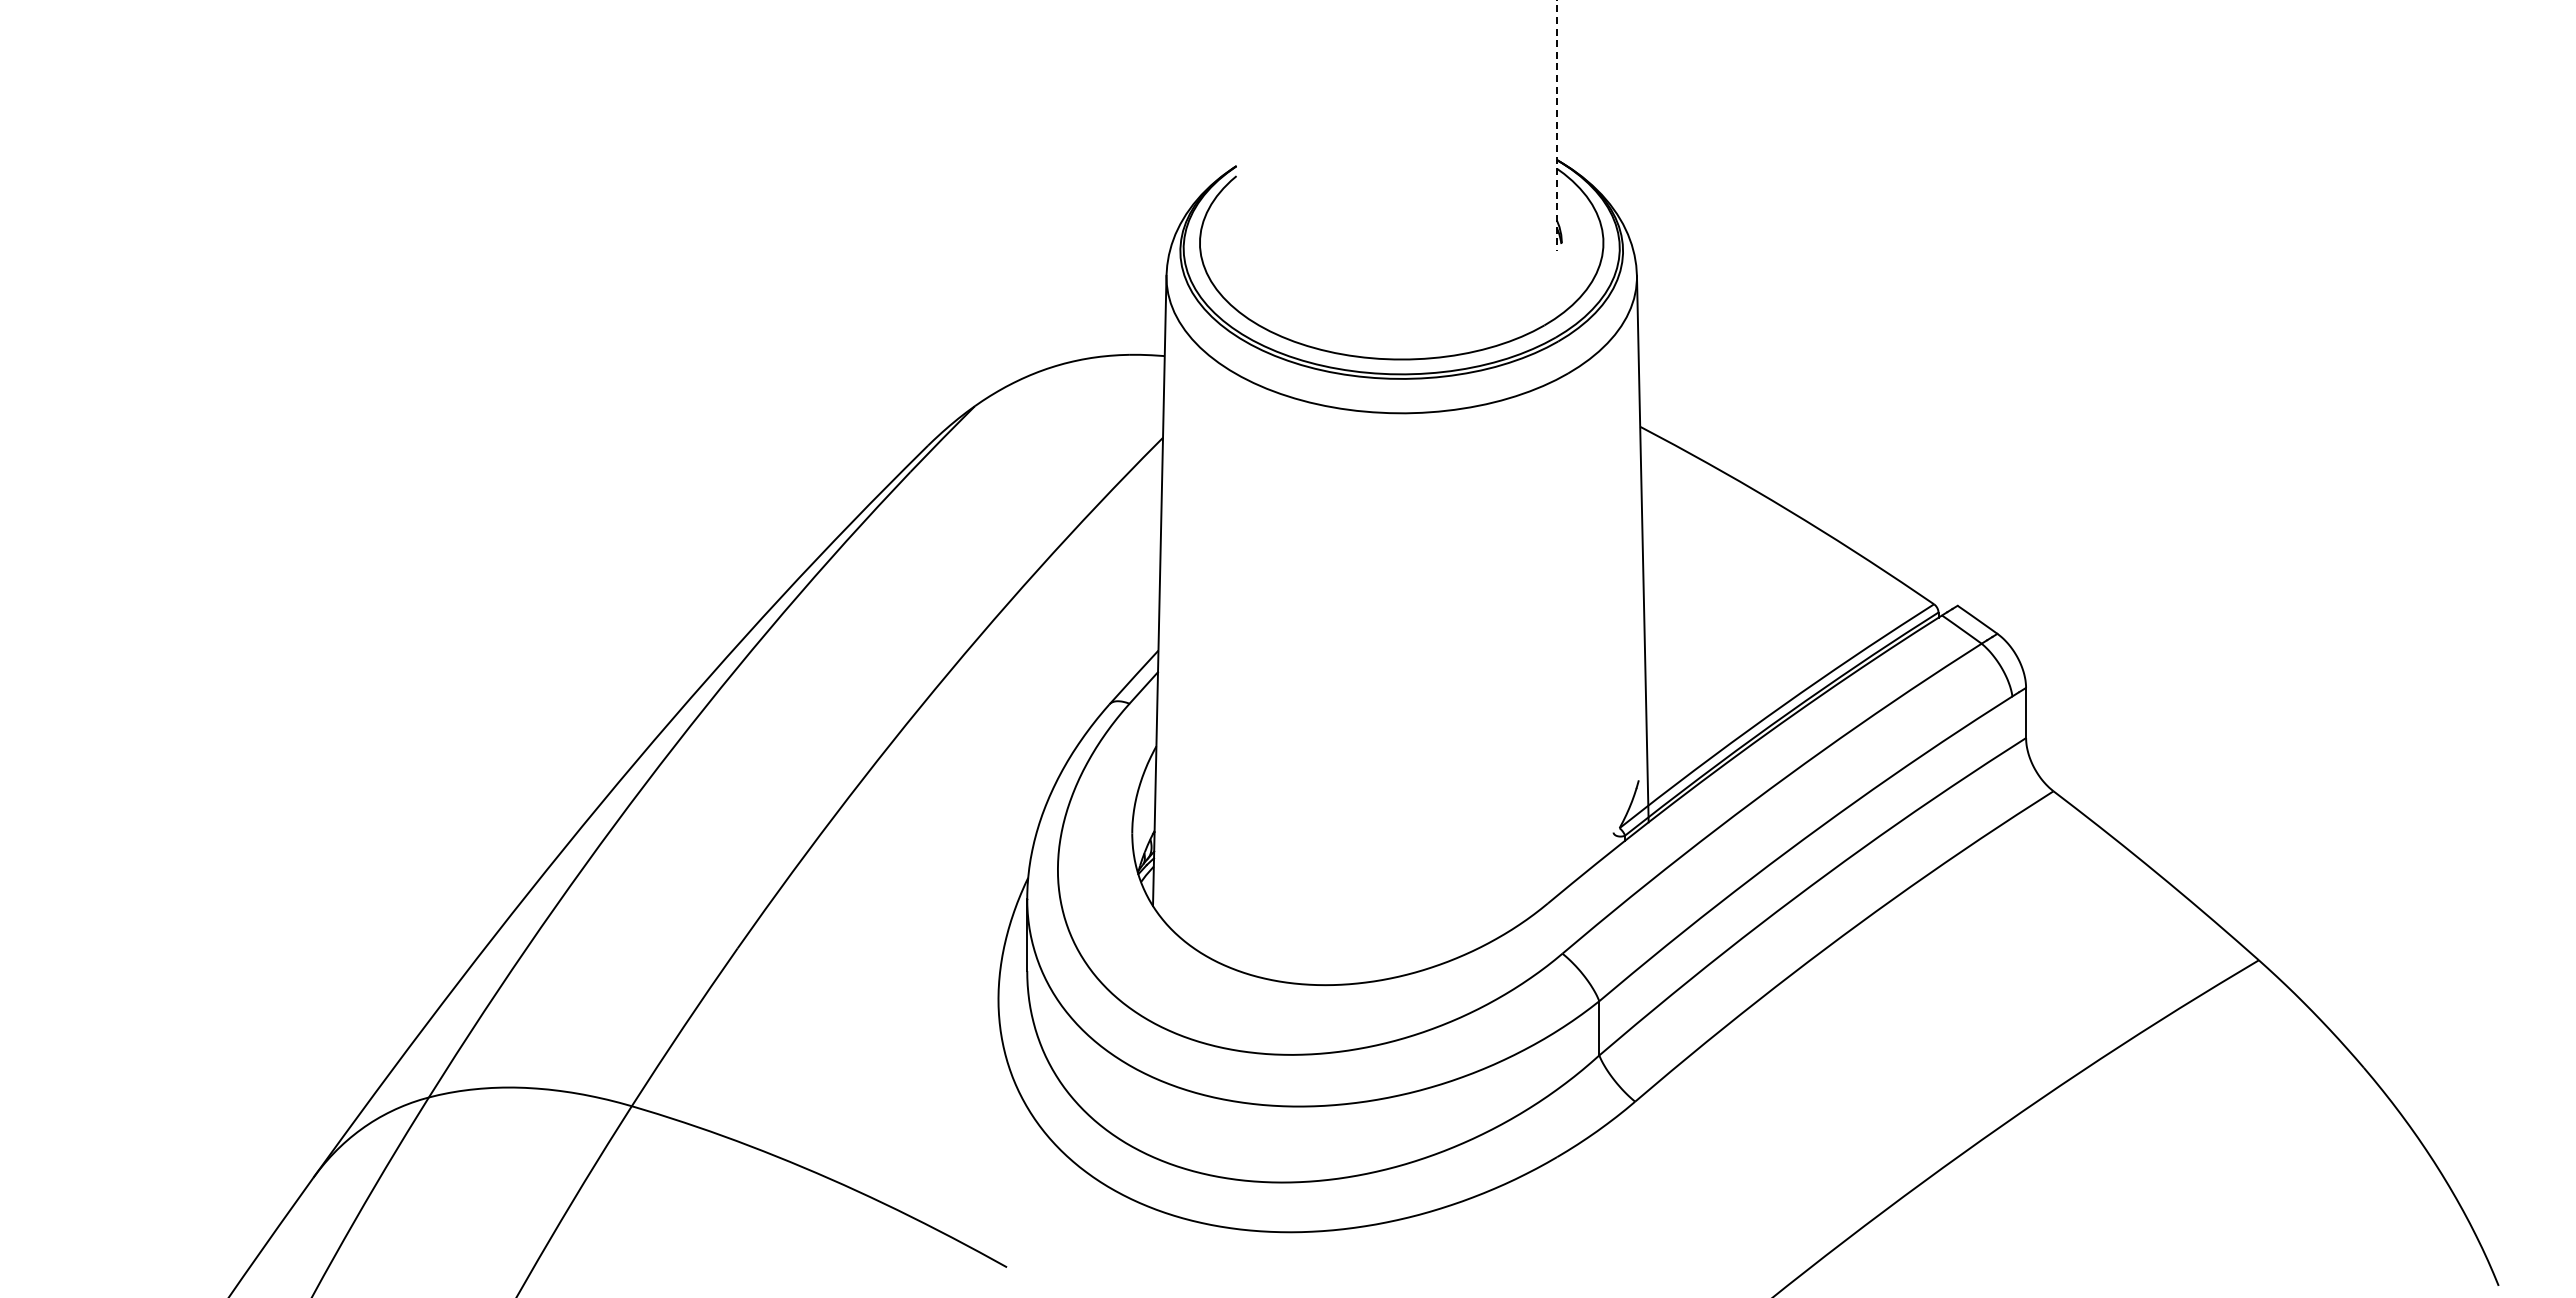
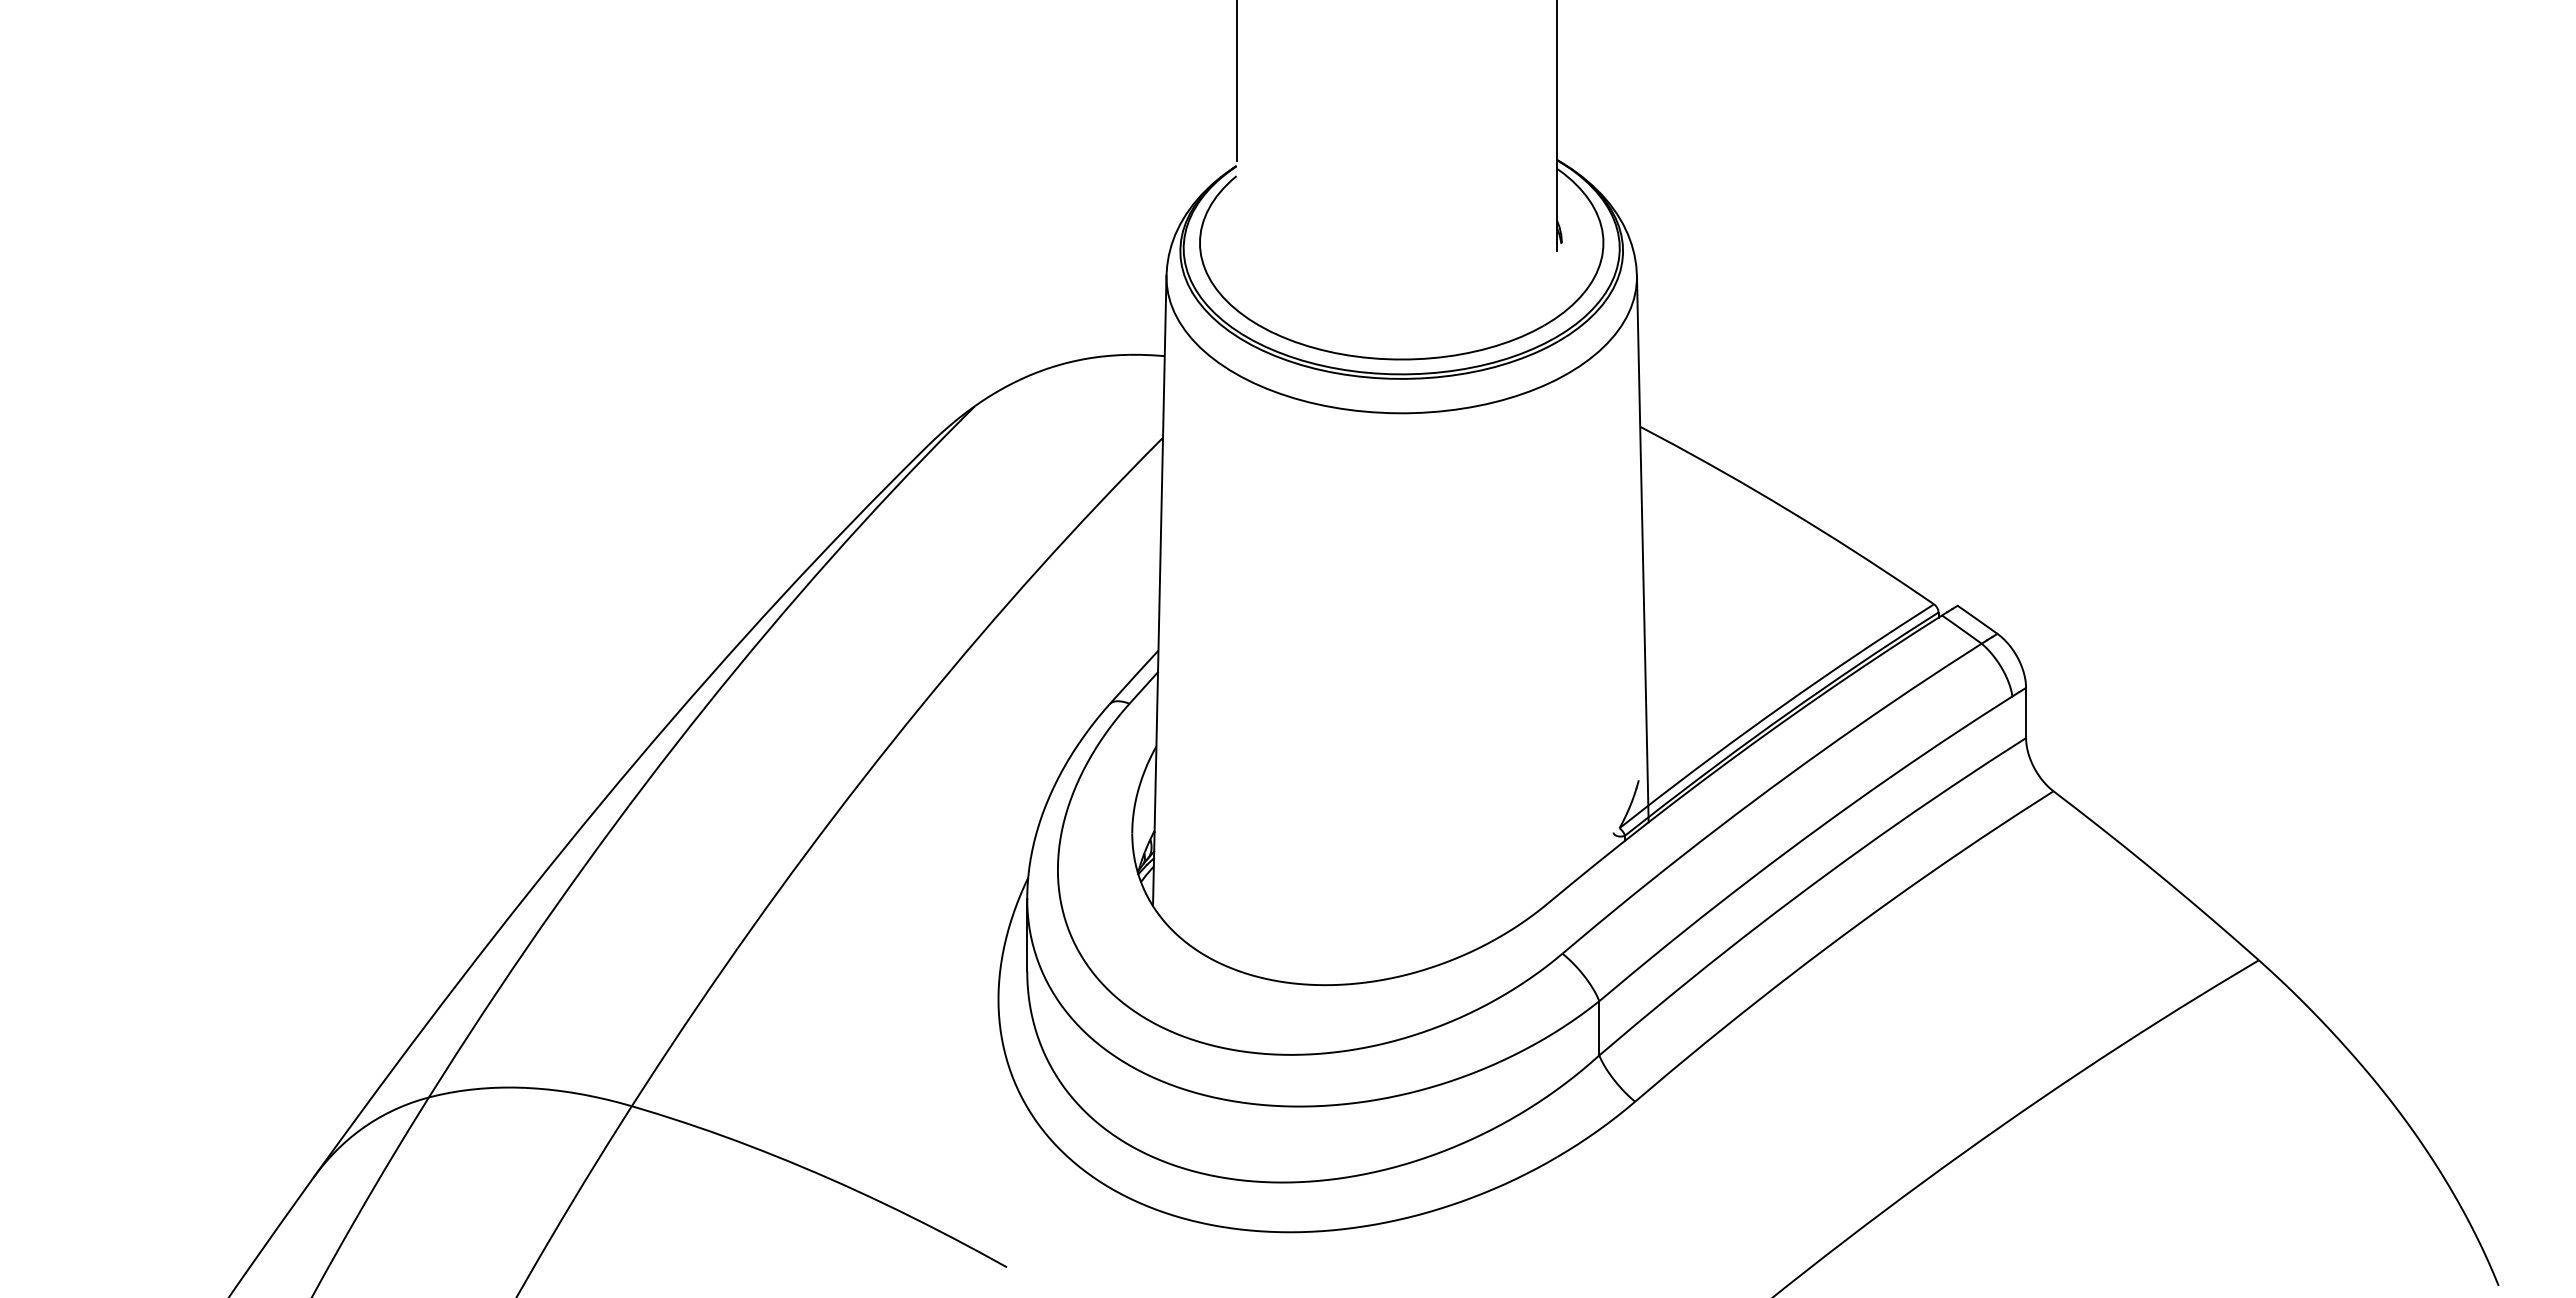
line at (1236, 81): none -> present
line at (1556, 125): dashed -> solid
